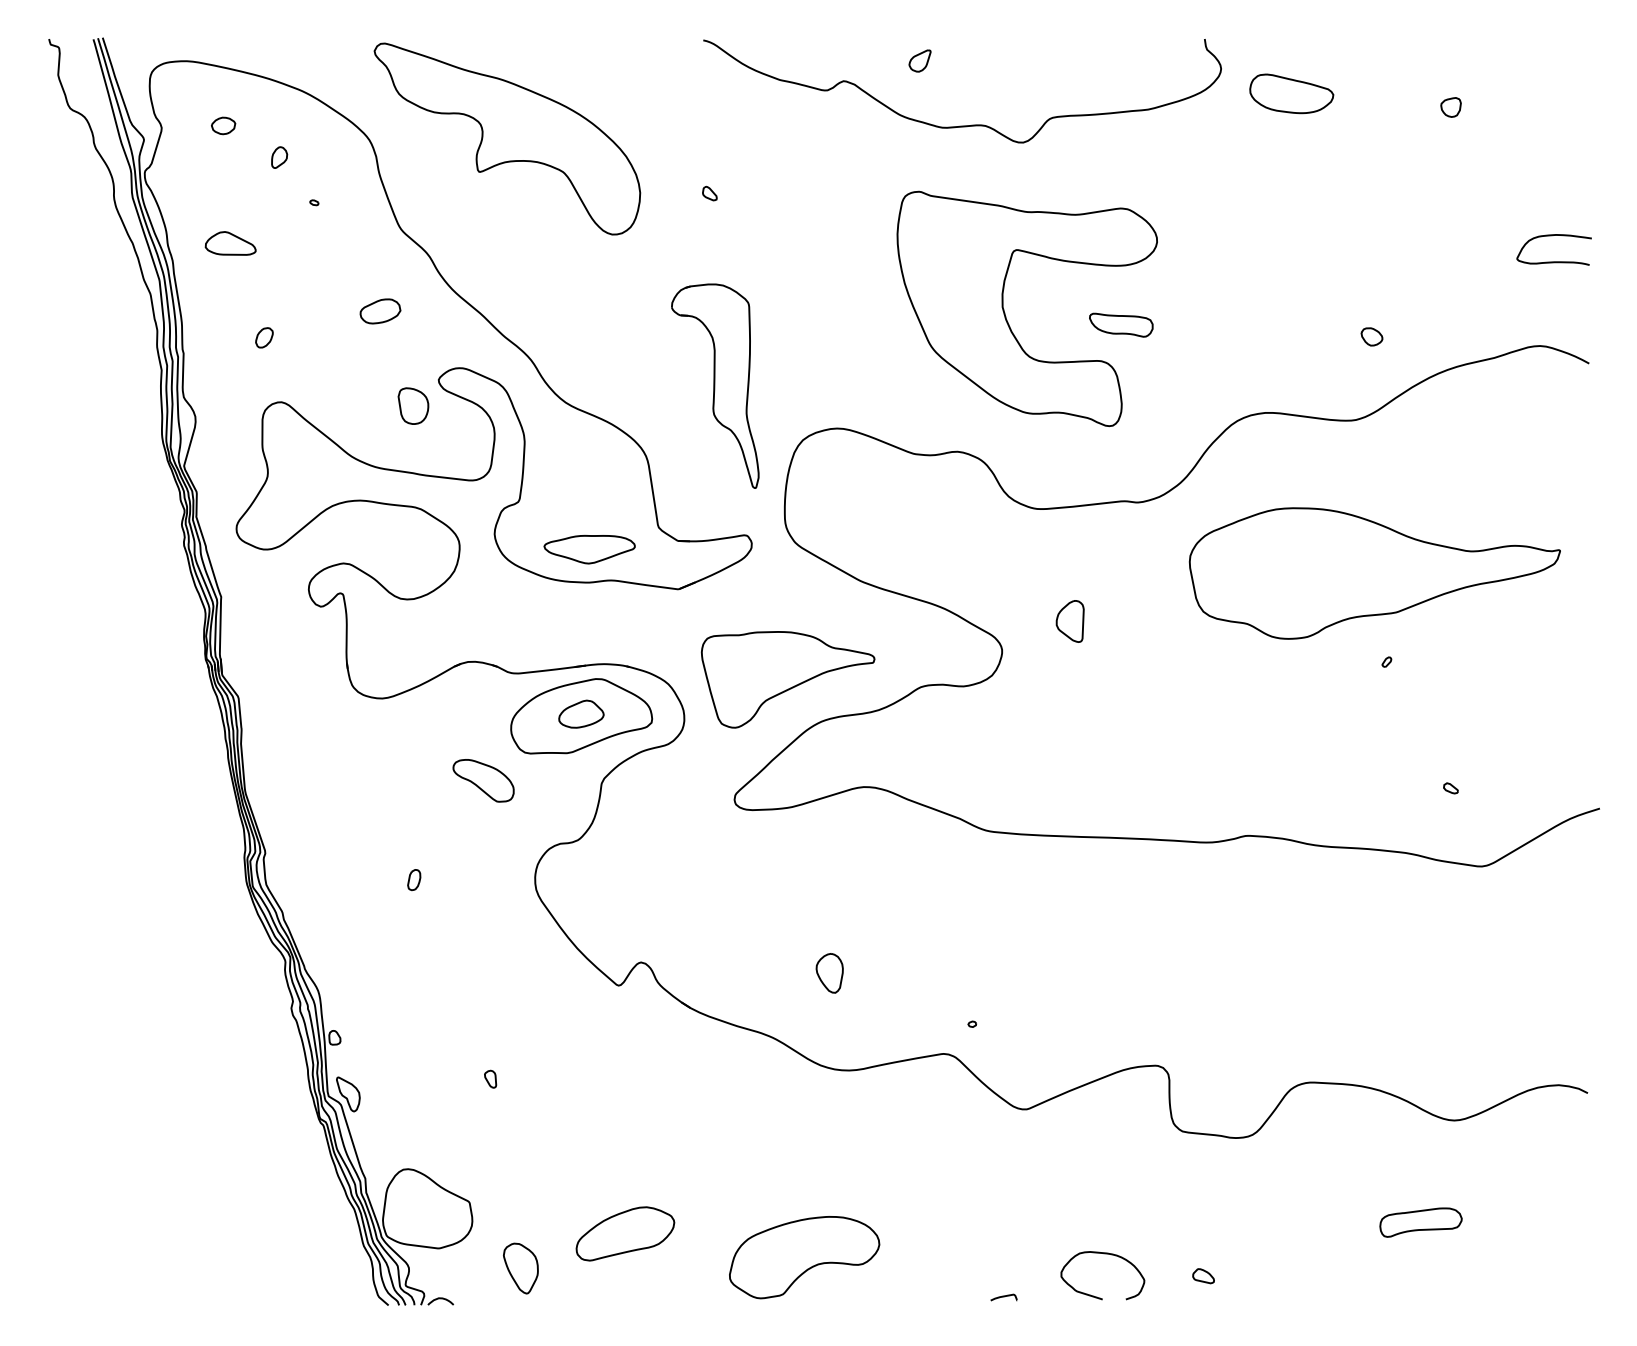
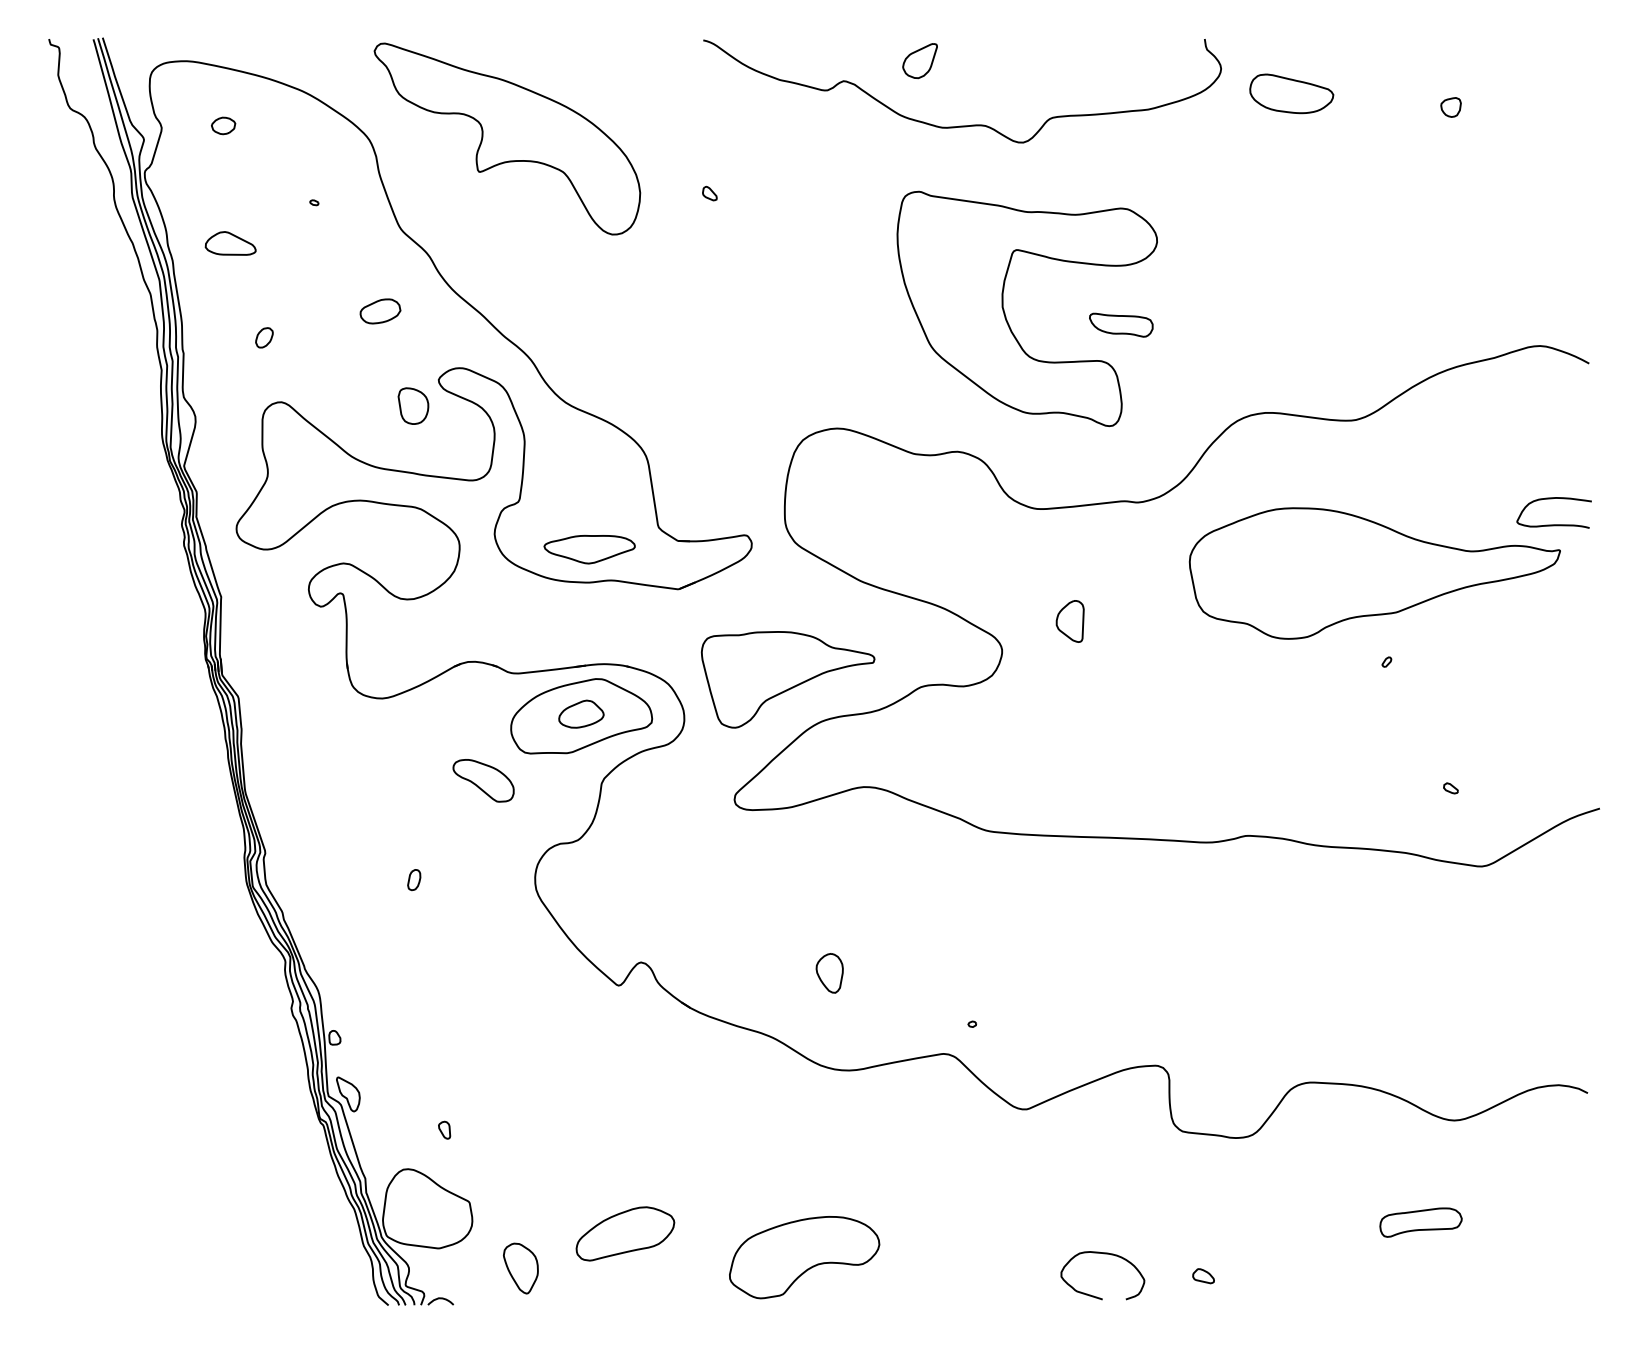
part at (919, 60) size: 24x24 px -> 36x37 px
part at (279, 157): present -> none
curve at (1553, 261) position: (1553, 261) -> (1553, 524)
part at (1371, 336): present -> none
part at (715, 385): present -> none
part at (490, 1078) position: (490, 1078) -> (444, 1129)
curve at (1003, 1297): present -> none
